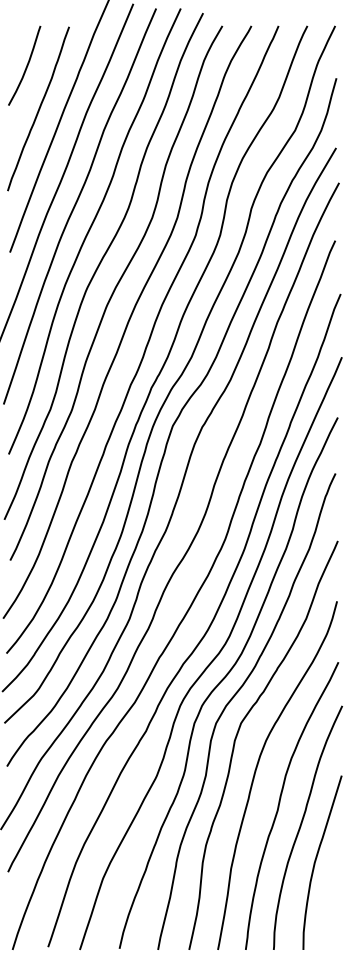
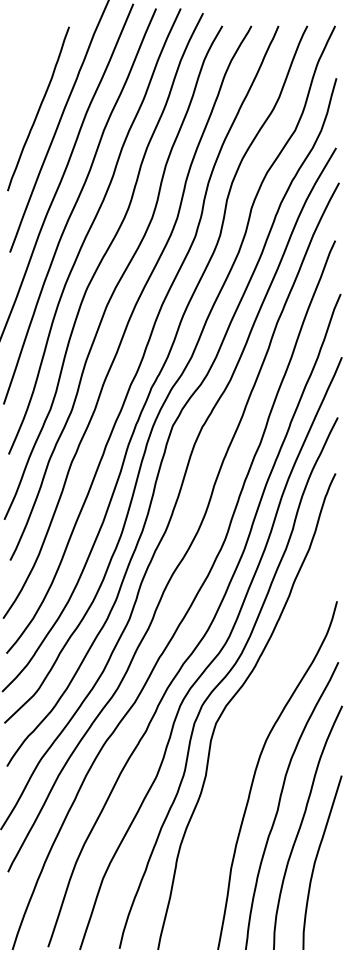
curve at (26, 65): present -> none
curve at (237, 736): present -> none
